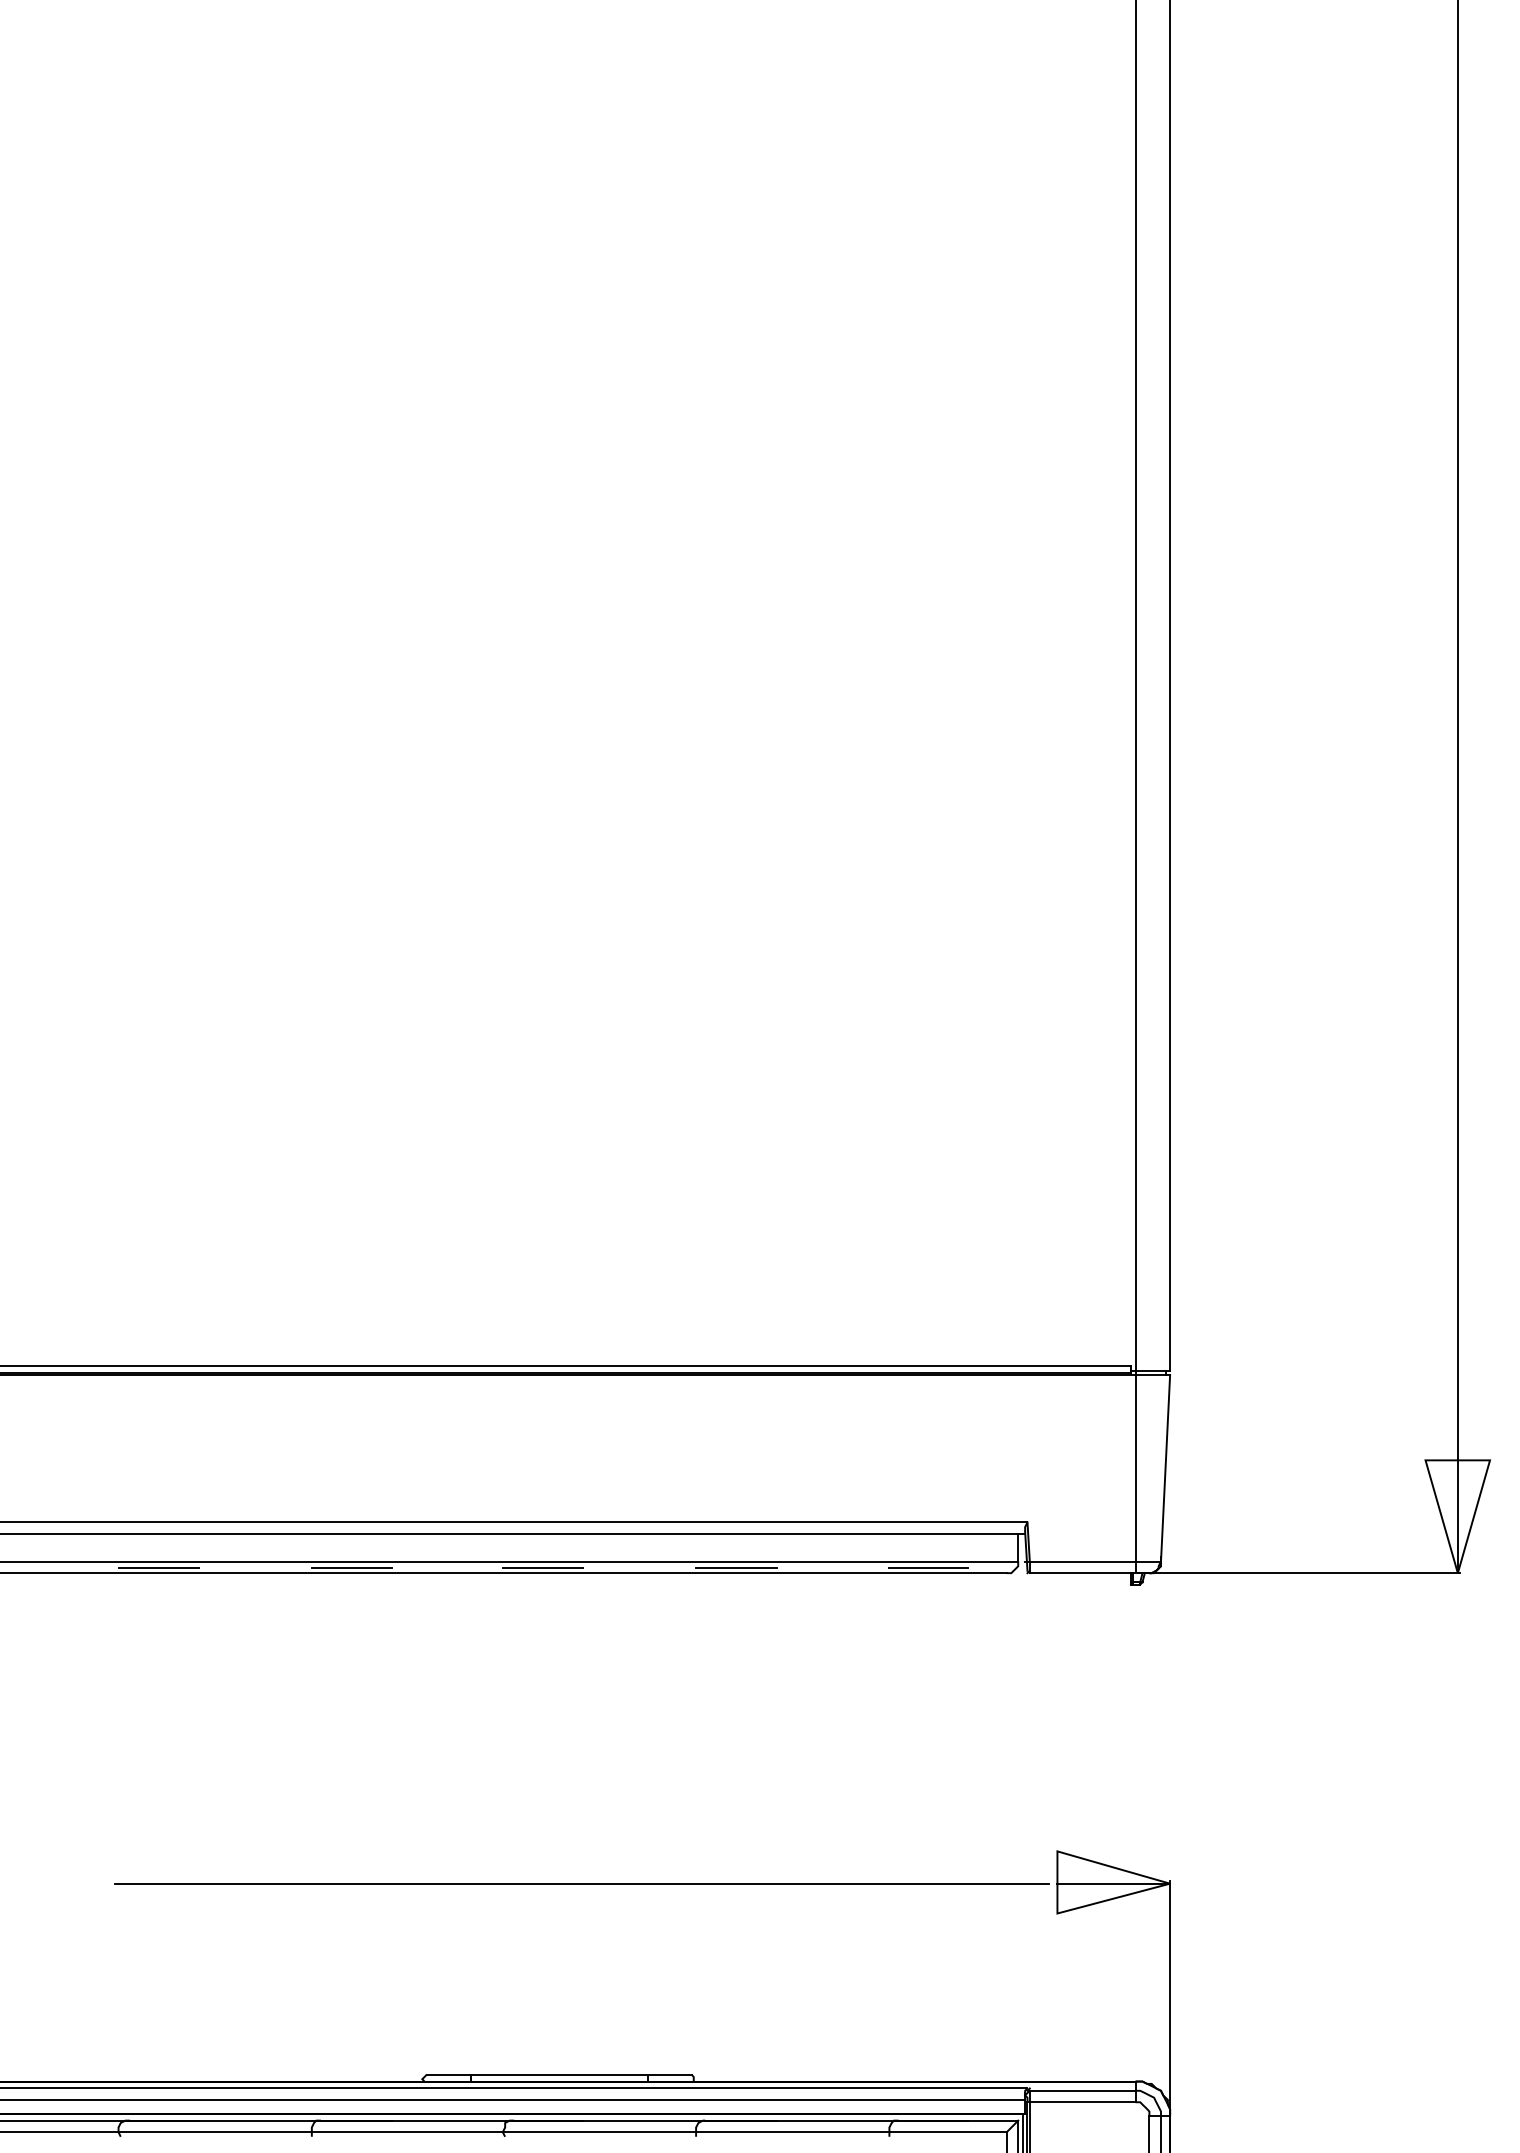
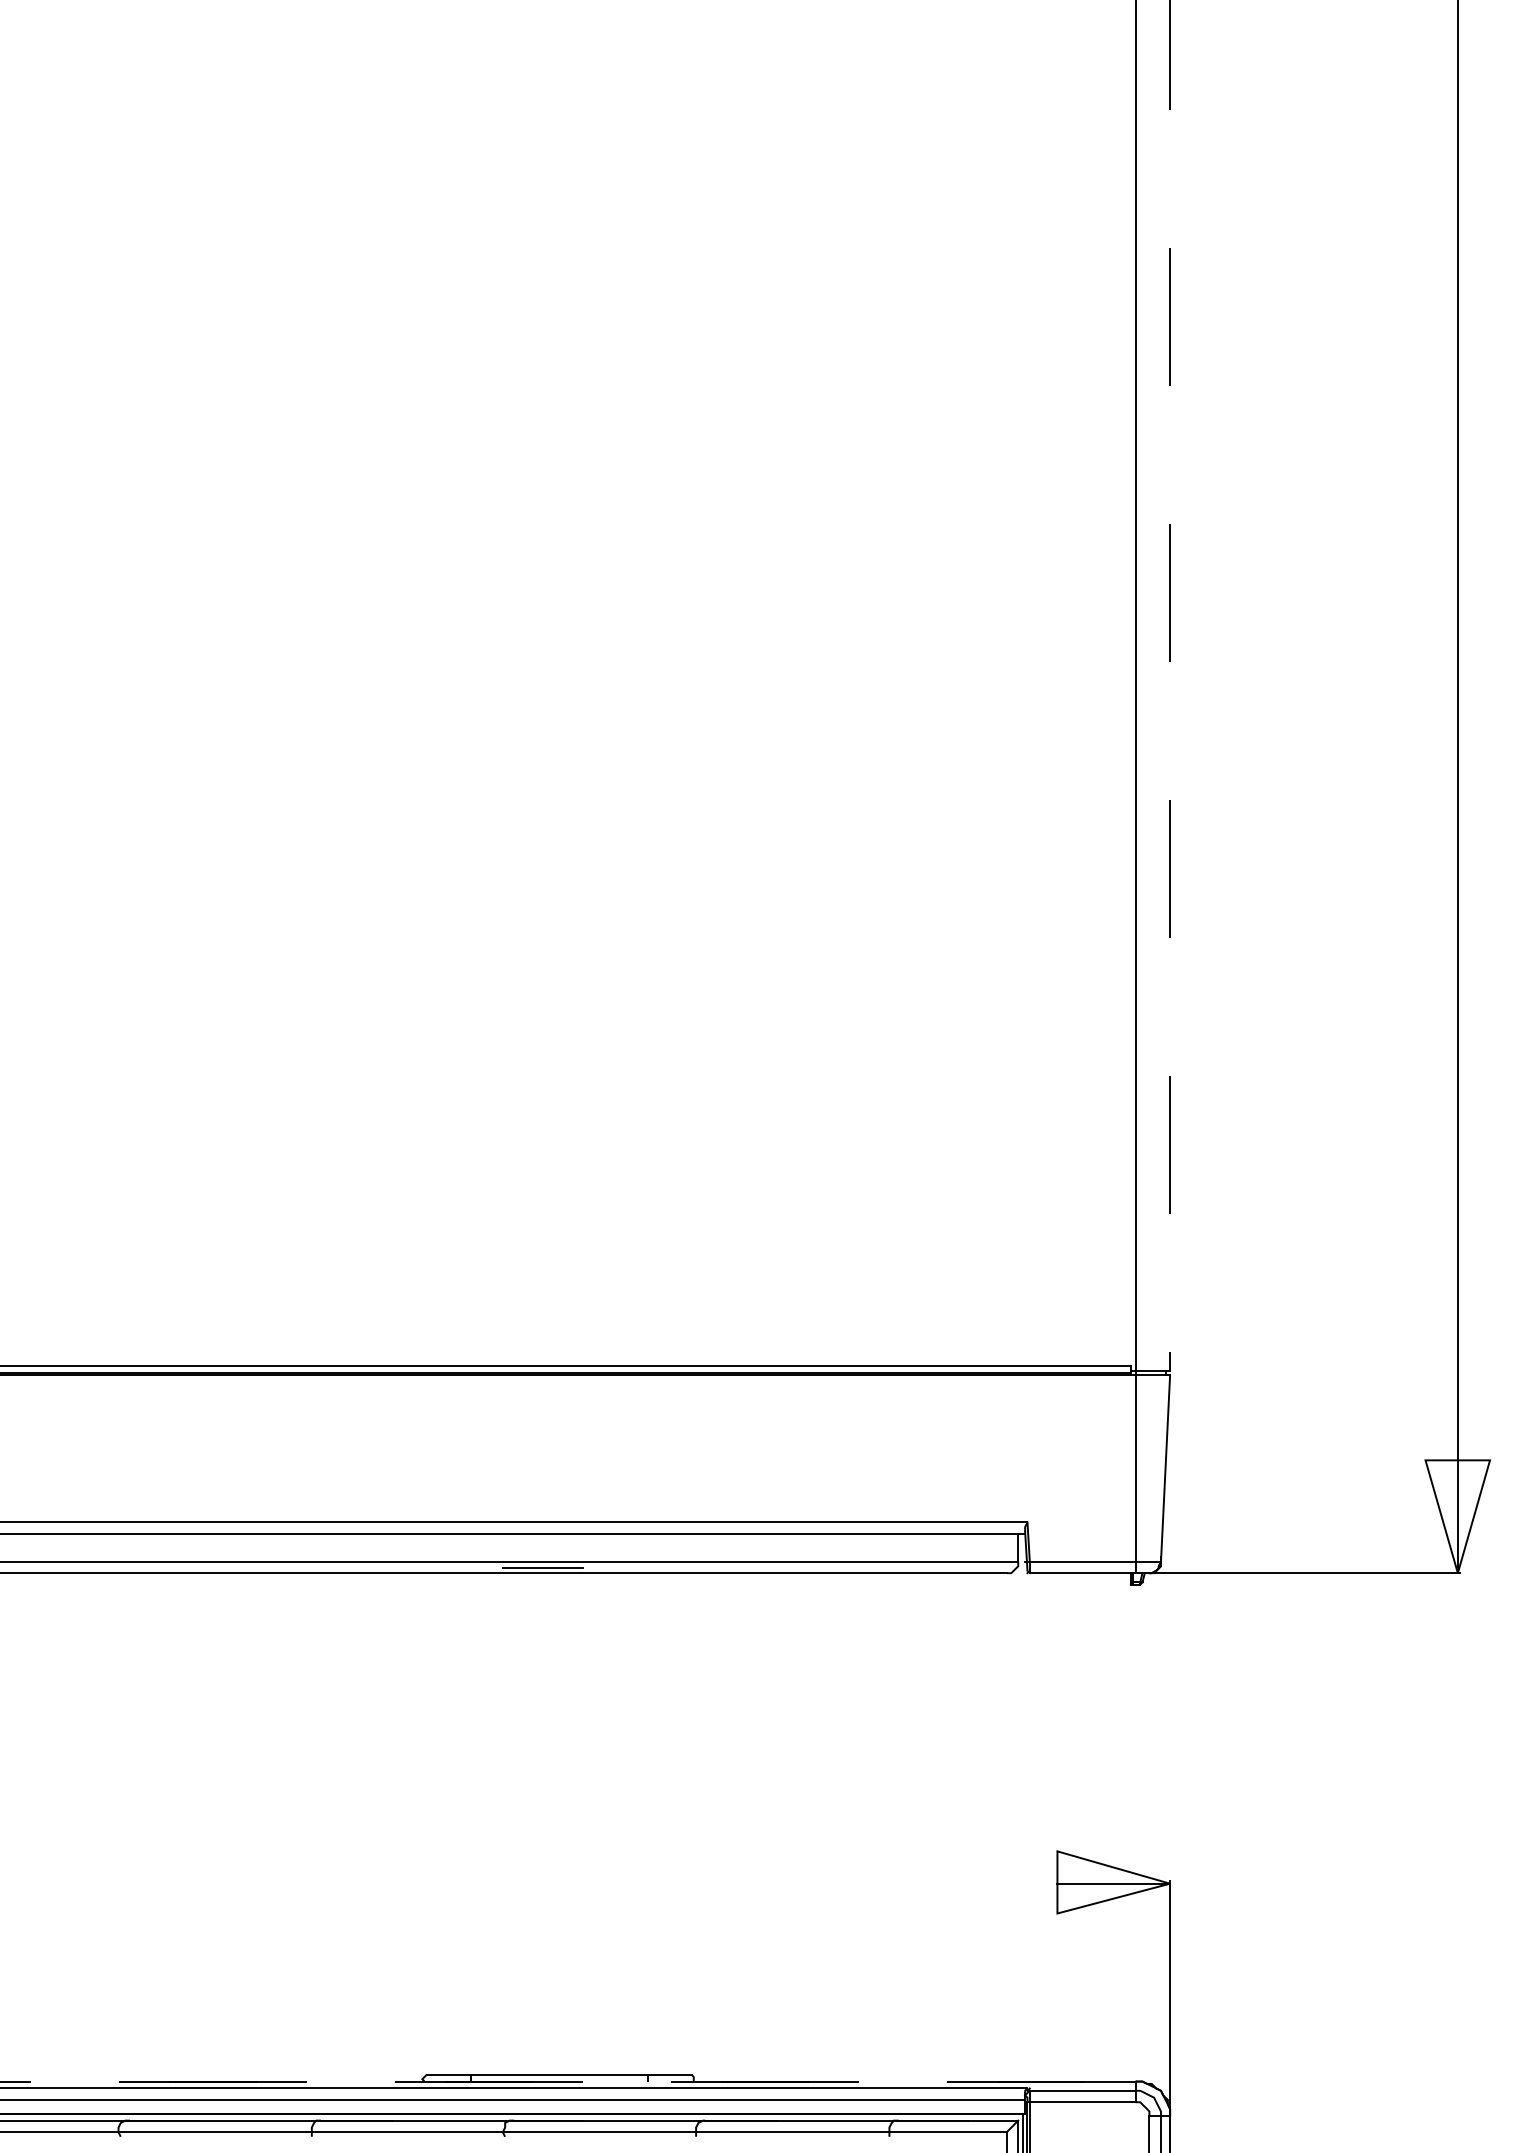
line at (1170, 685): solid -> dashed
line at (158, 1568): present -> none
line at (351, 1568): present -> none
line at (736, 1568): present -> none
line at (928, 1568): present -> none
line at (581, 1883): present -> none
line at (0, 2081): solid -> dashed
